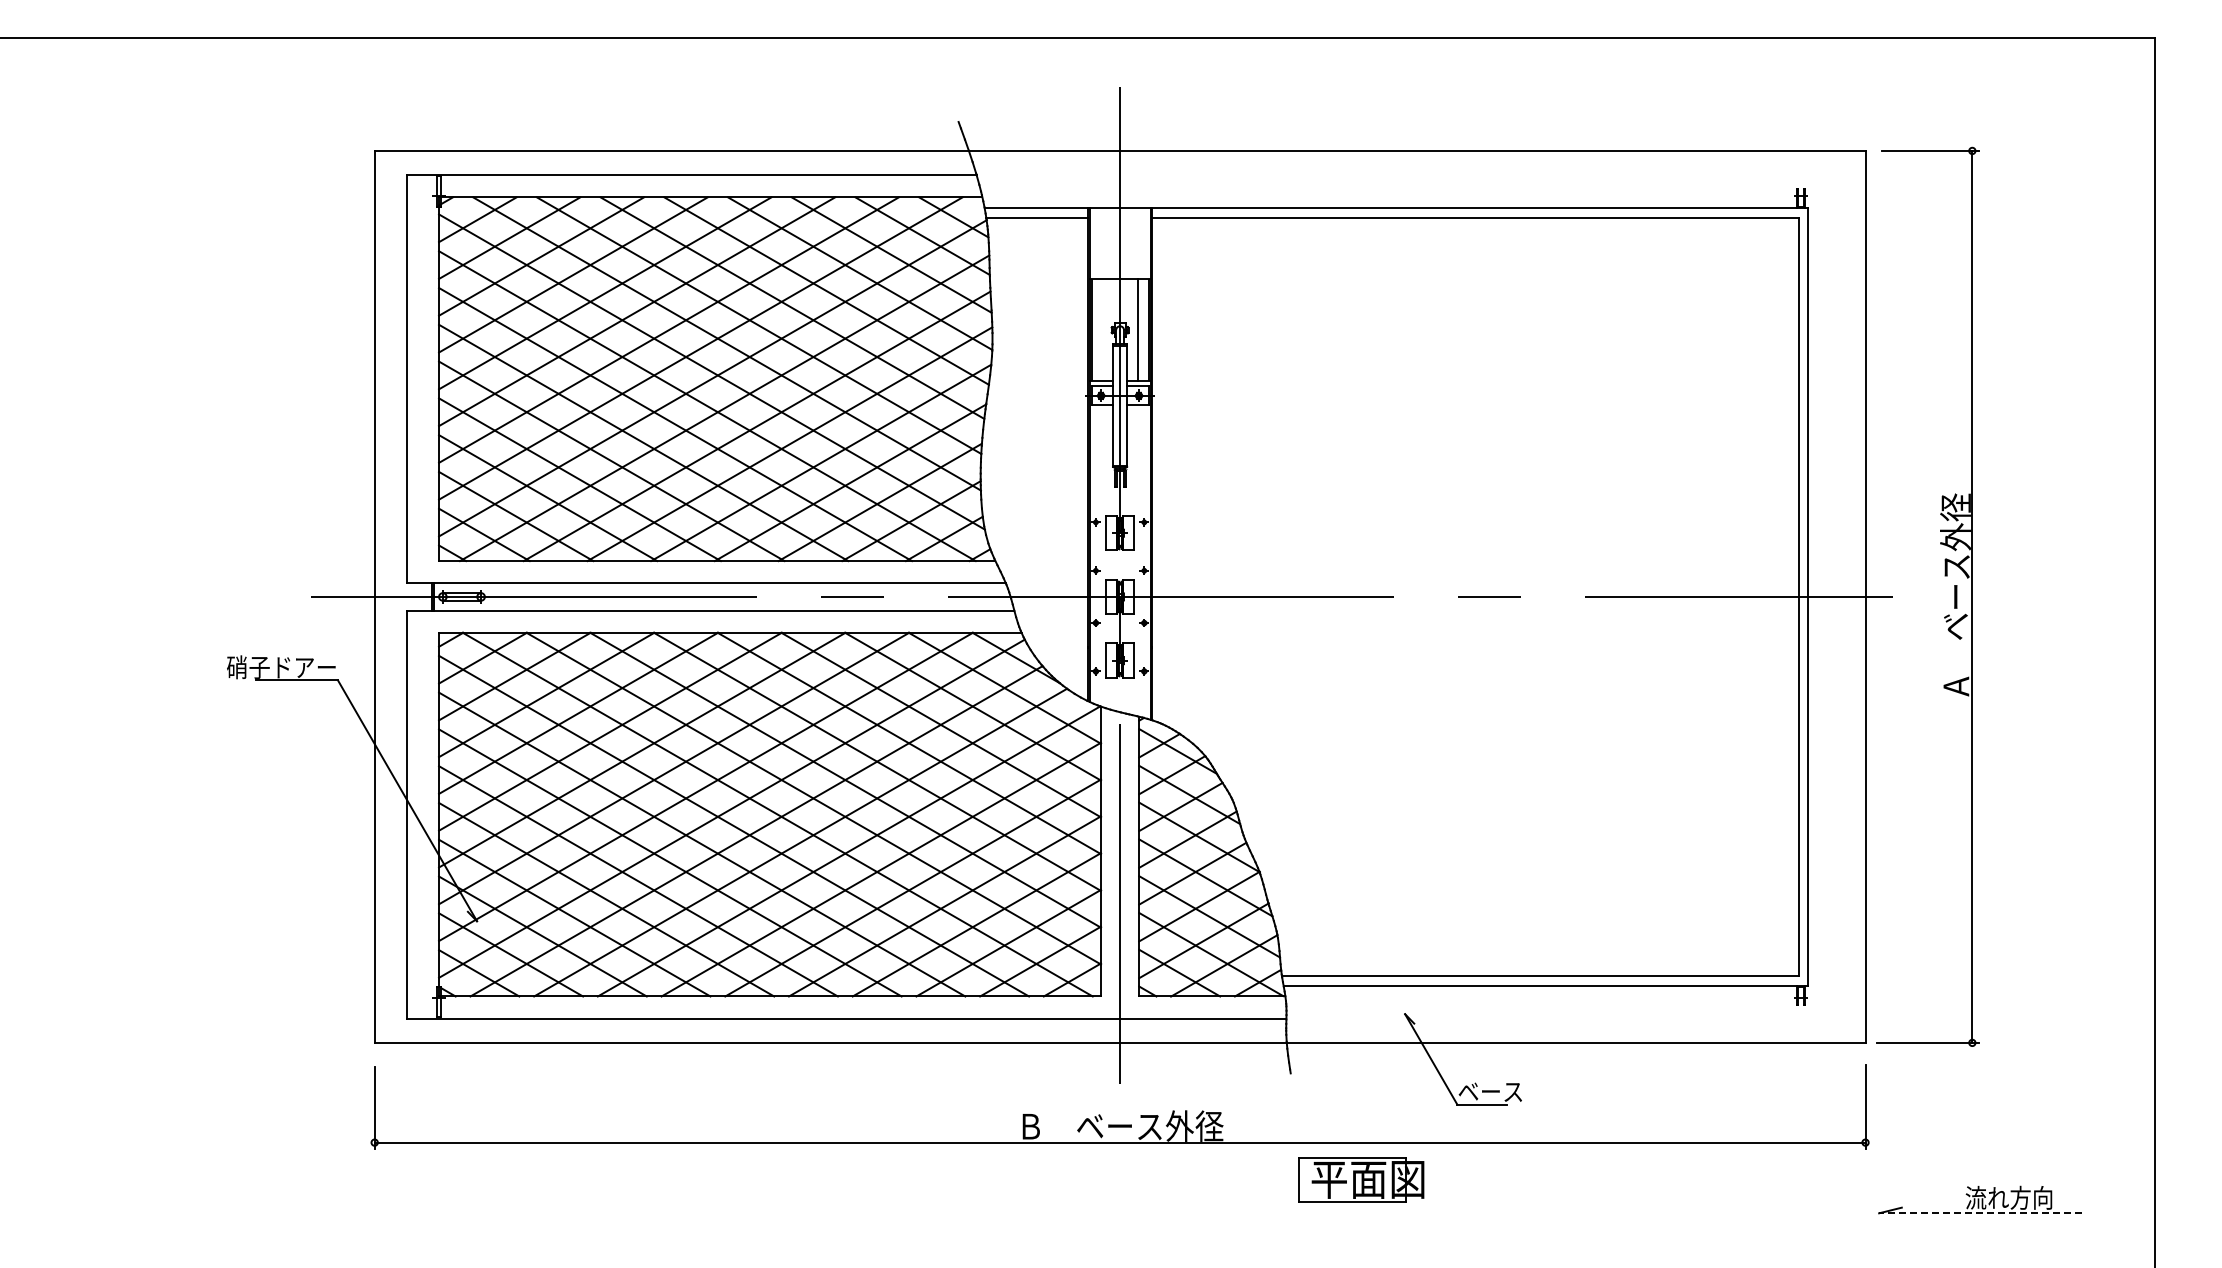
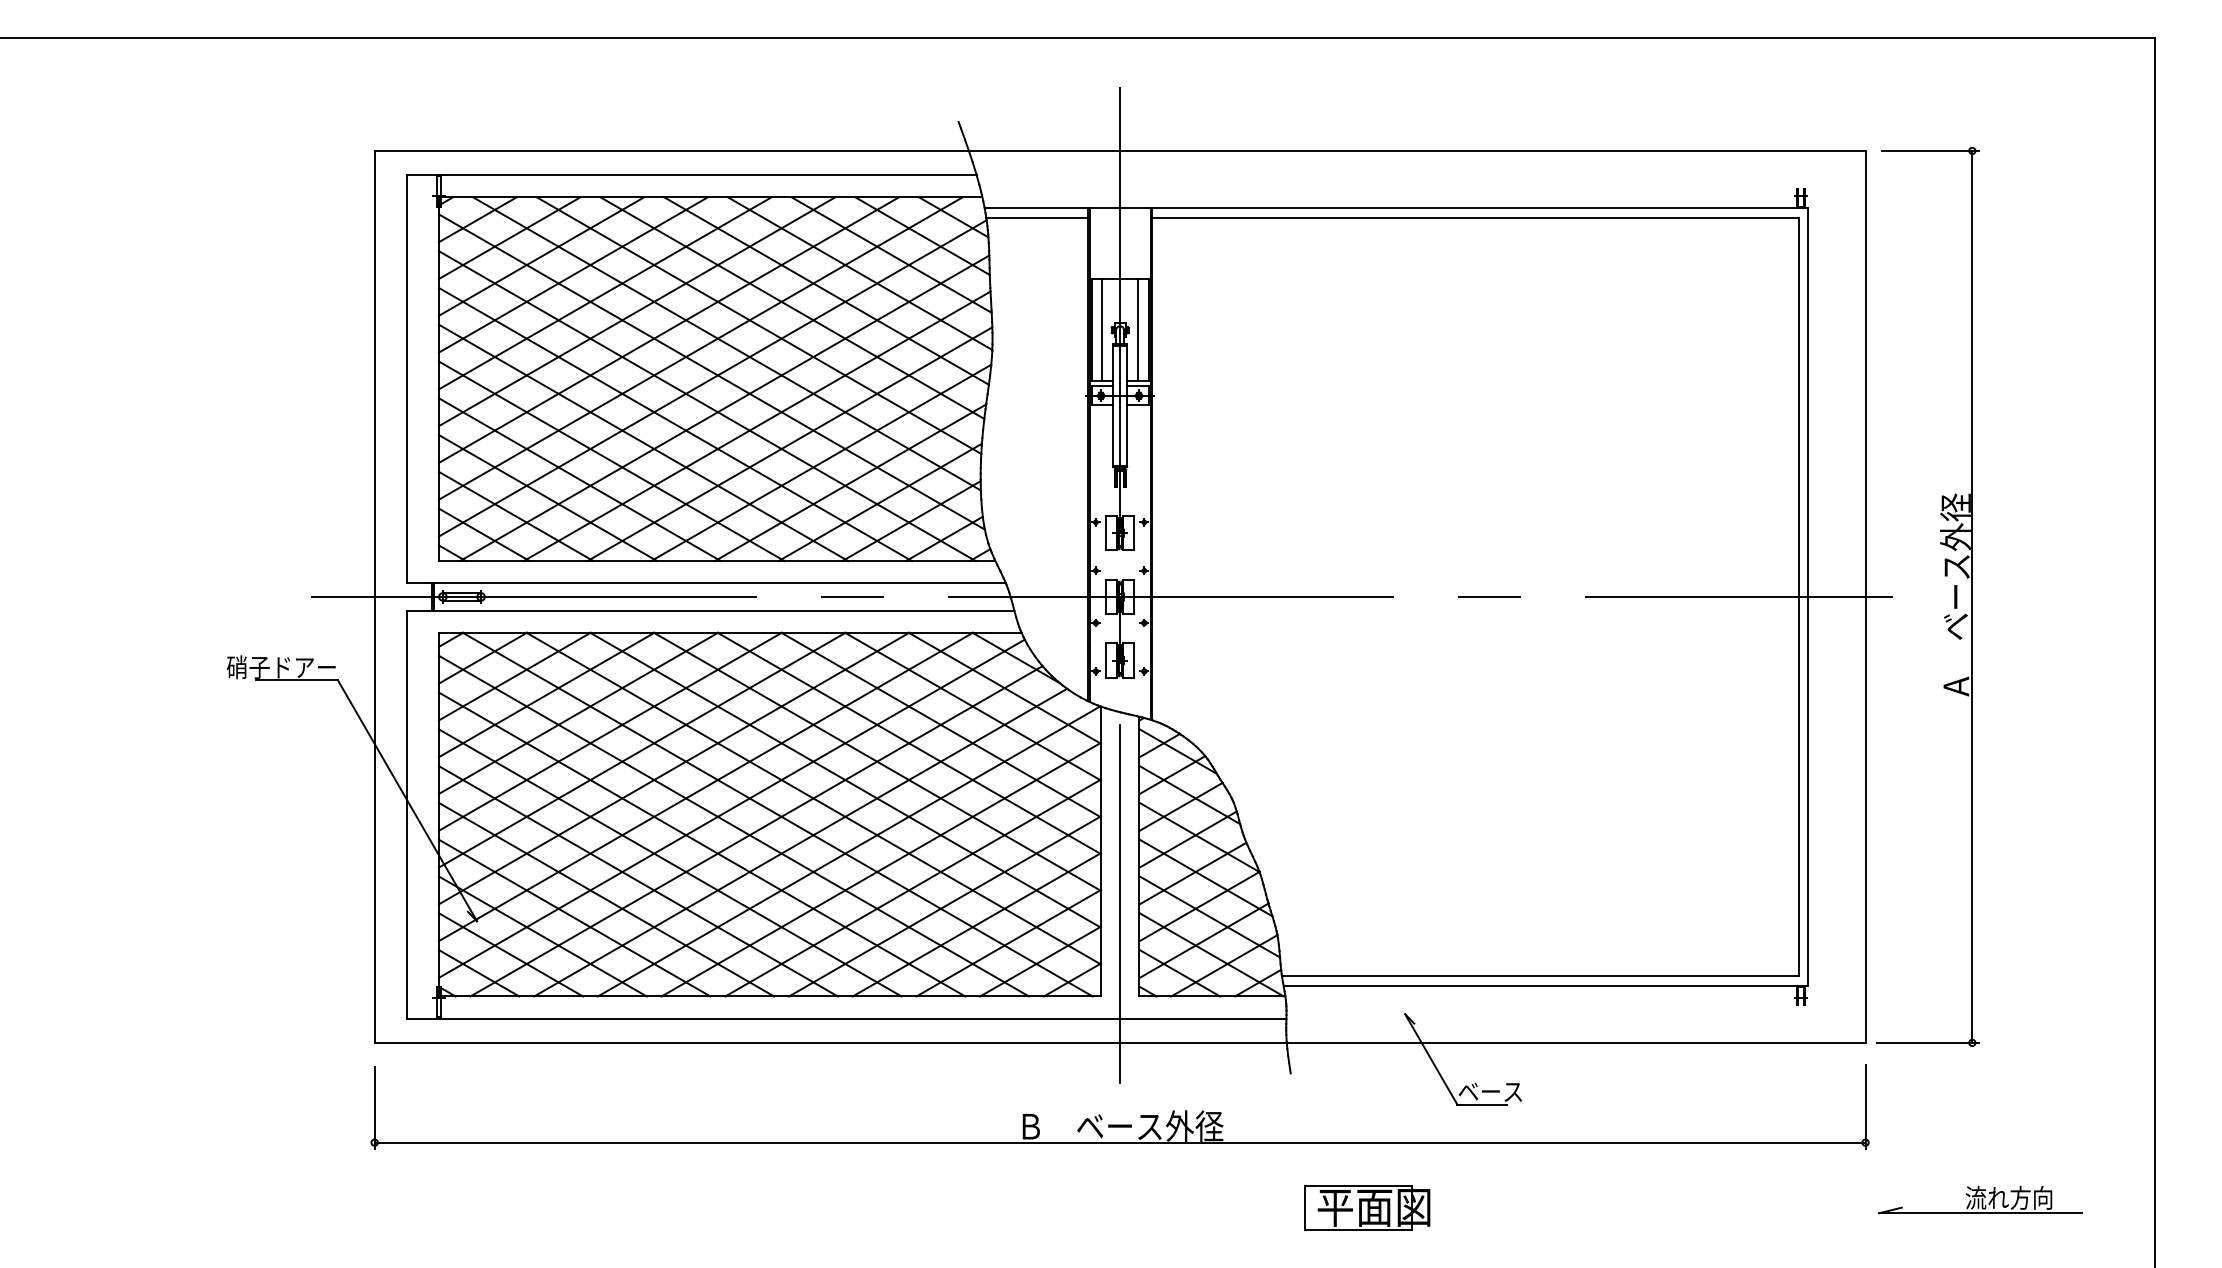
line at (1102, 330): none -> present
part at (1361, 1179) position: (1361, 1179) -> (1367, 1207)
line at (1979, 1213): dashed -> solid
